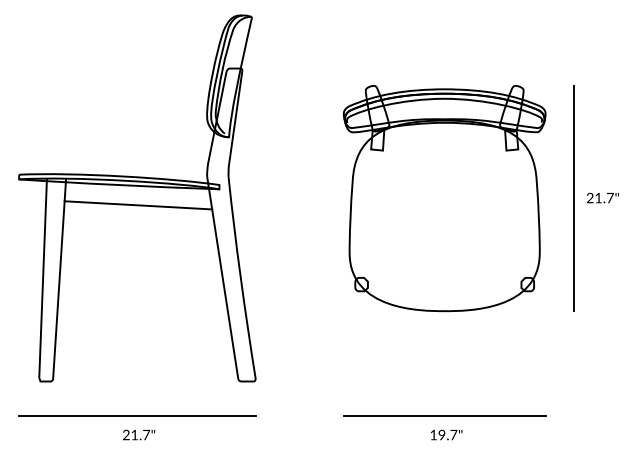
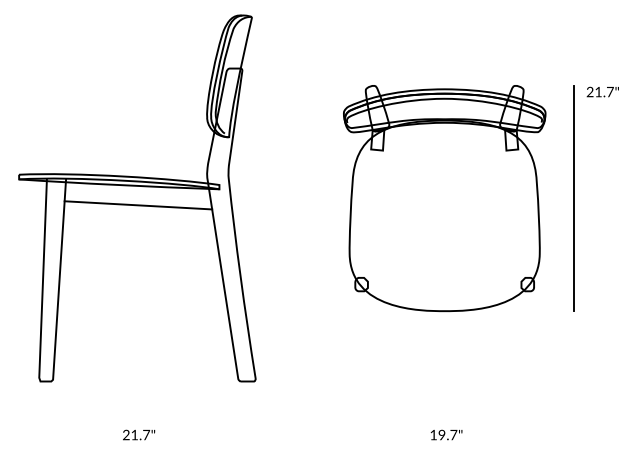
text at (602, 197) position: (602, 197) -> (602, 91)
line at (137, 415): present -> none
line at (444, 416): present -> none
